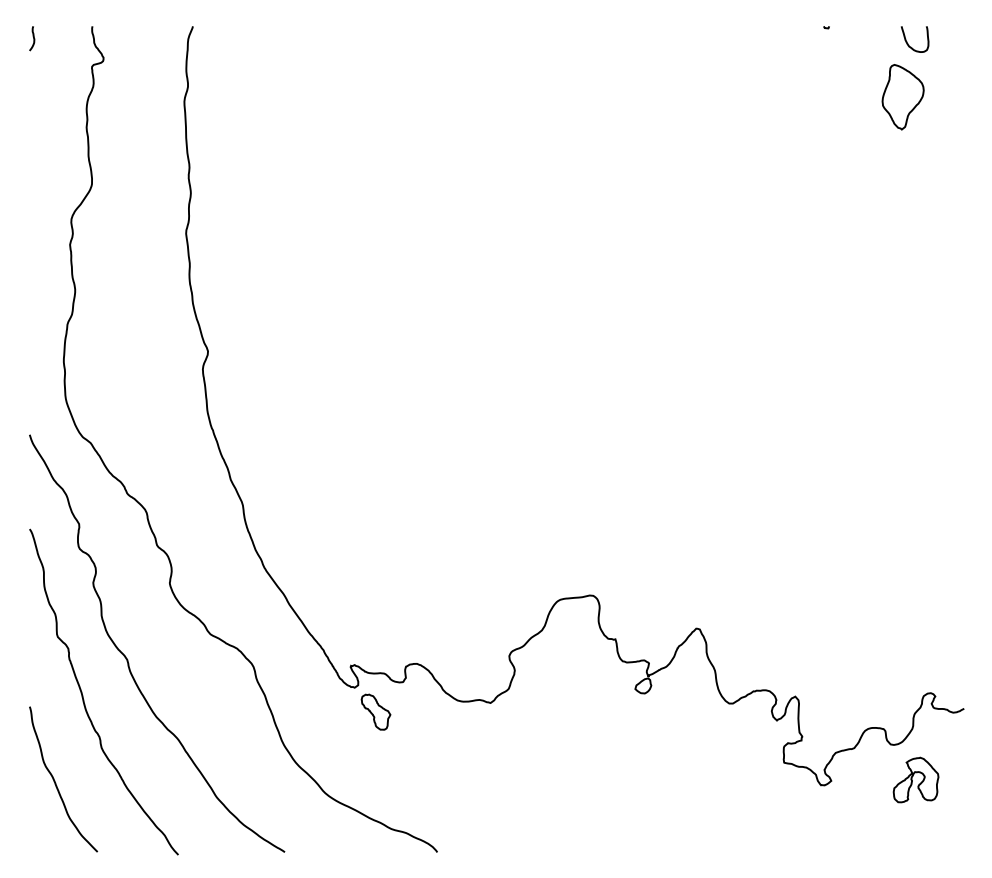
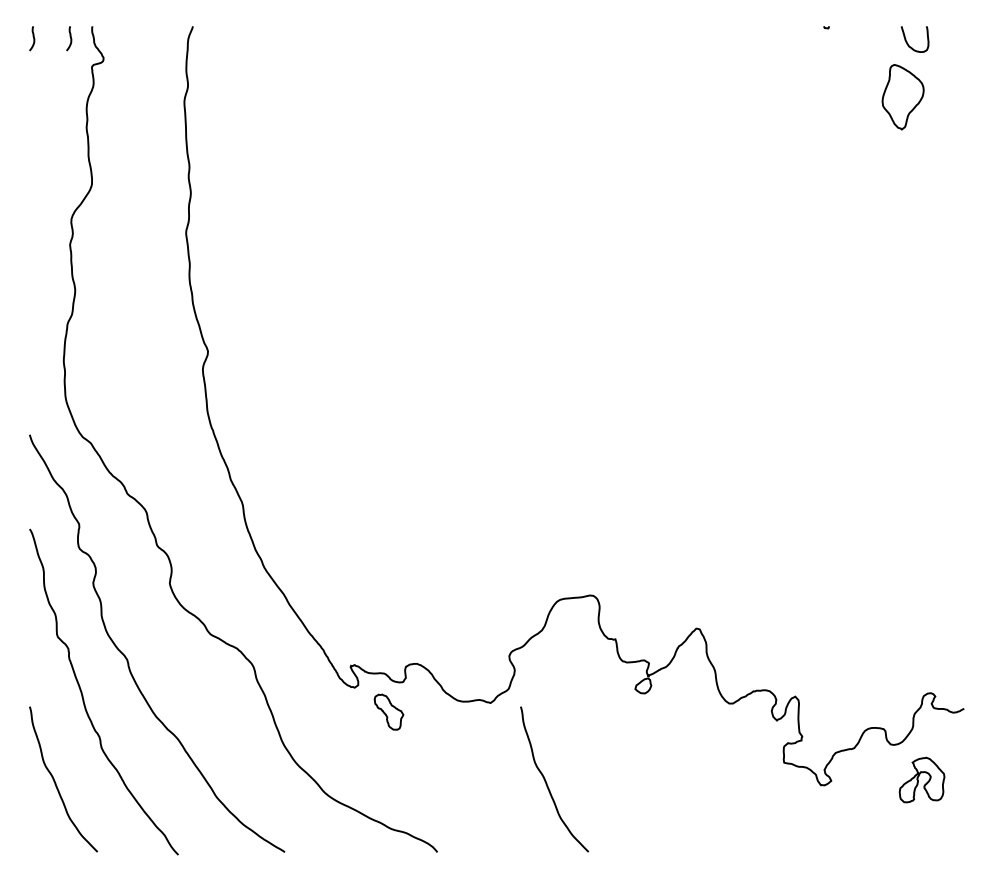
curve at (70, 38): none -> present
part at (375, 711) position: (375, 711) -> (388, 711)
part at (915, 779) position: (915, 779) -> (921, 779)
curve at (546, 780): none -> present
